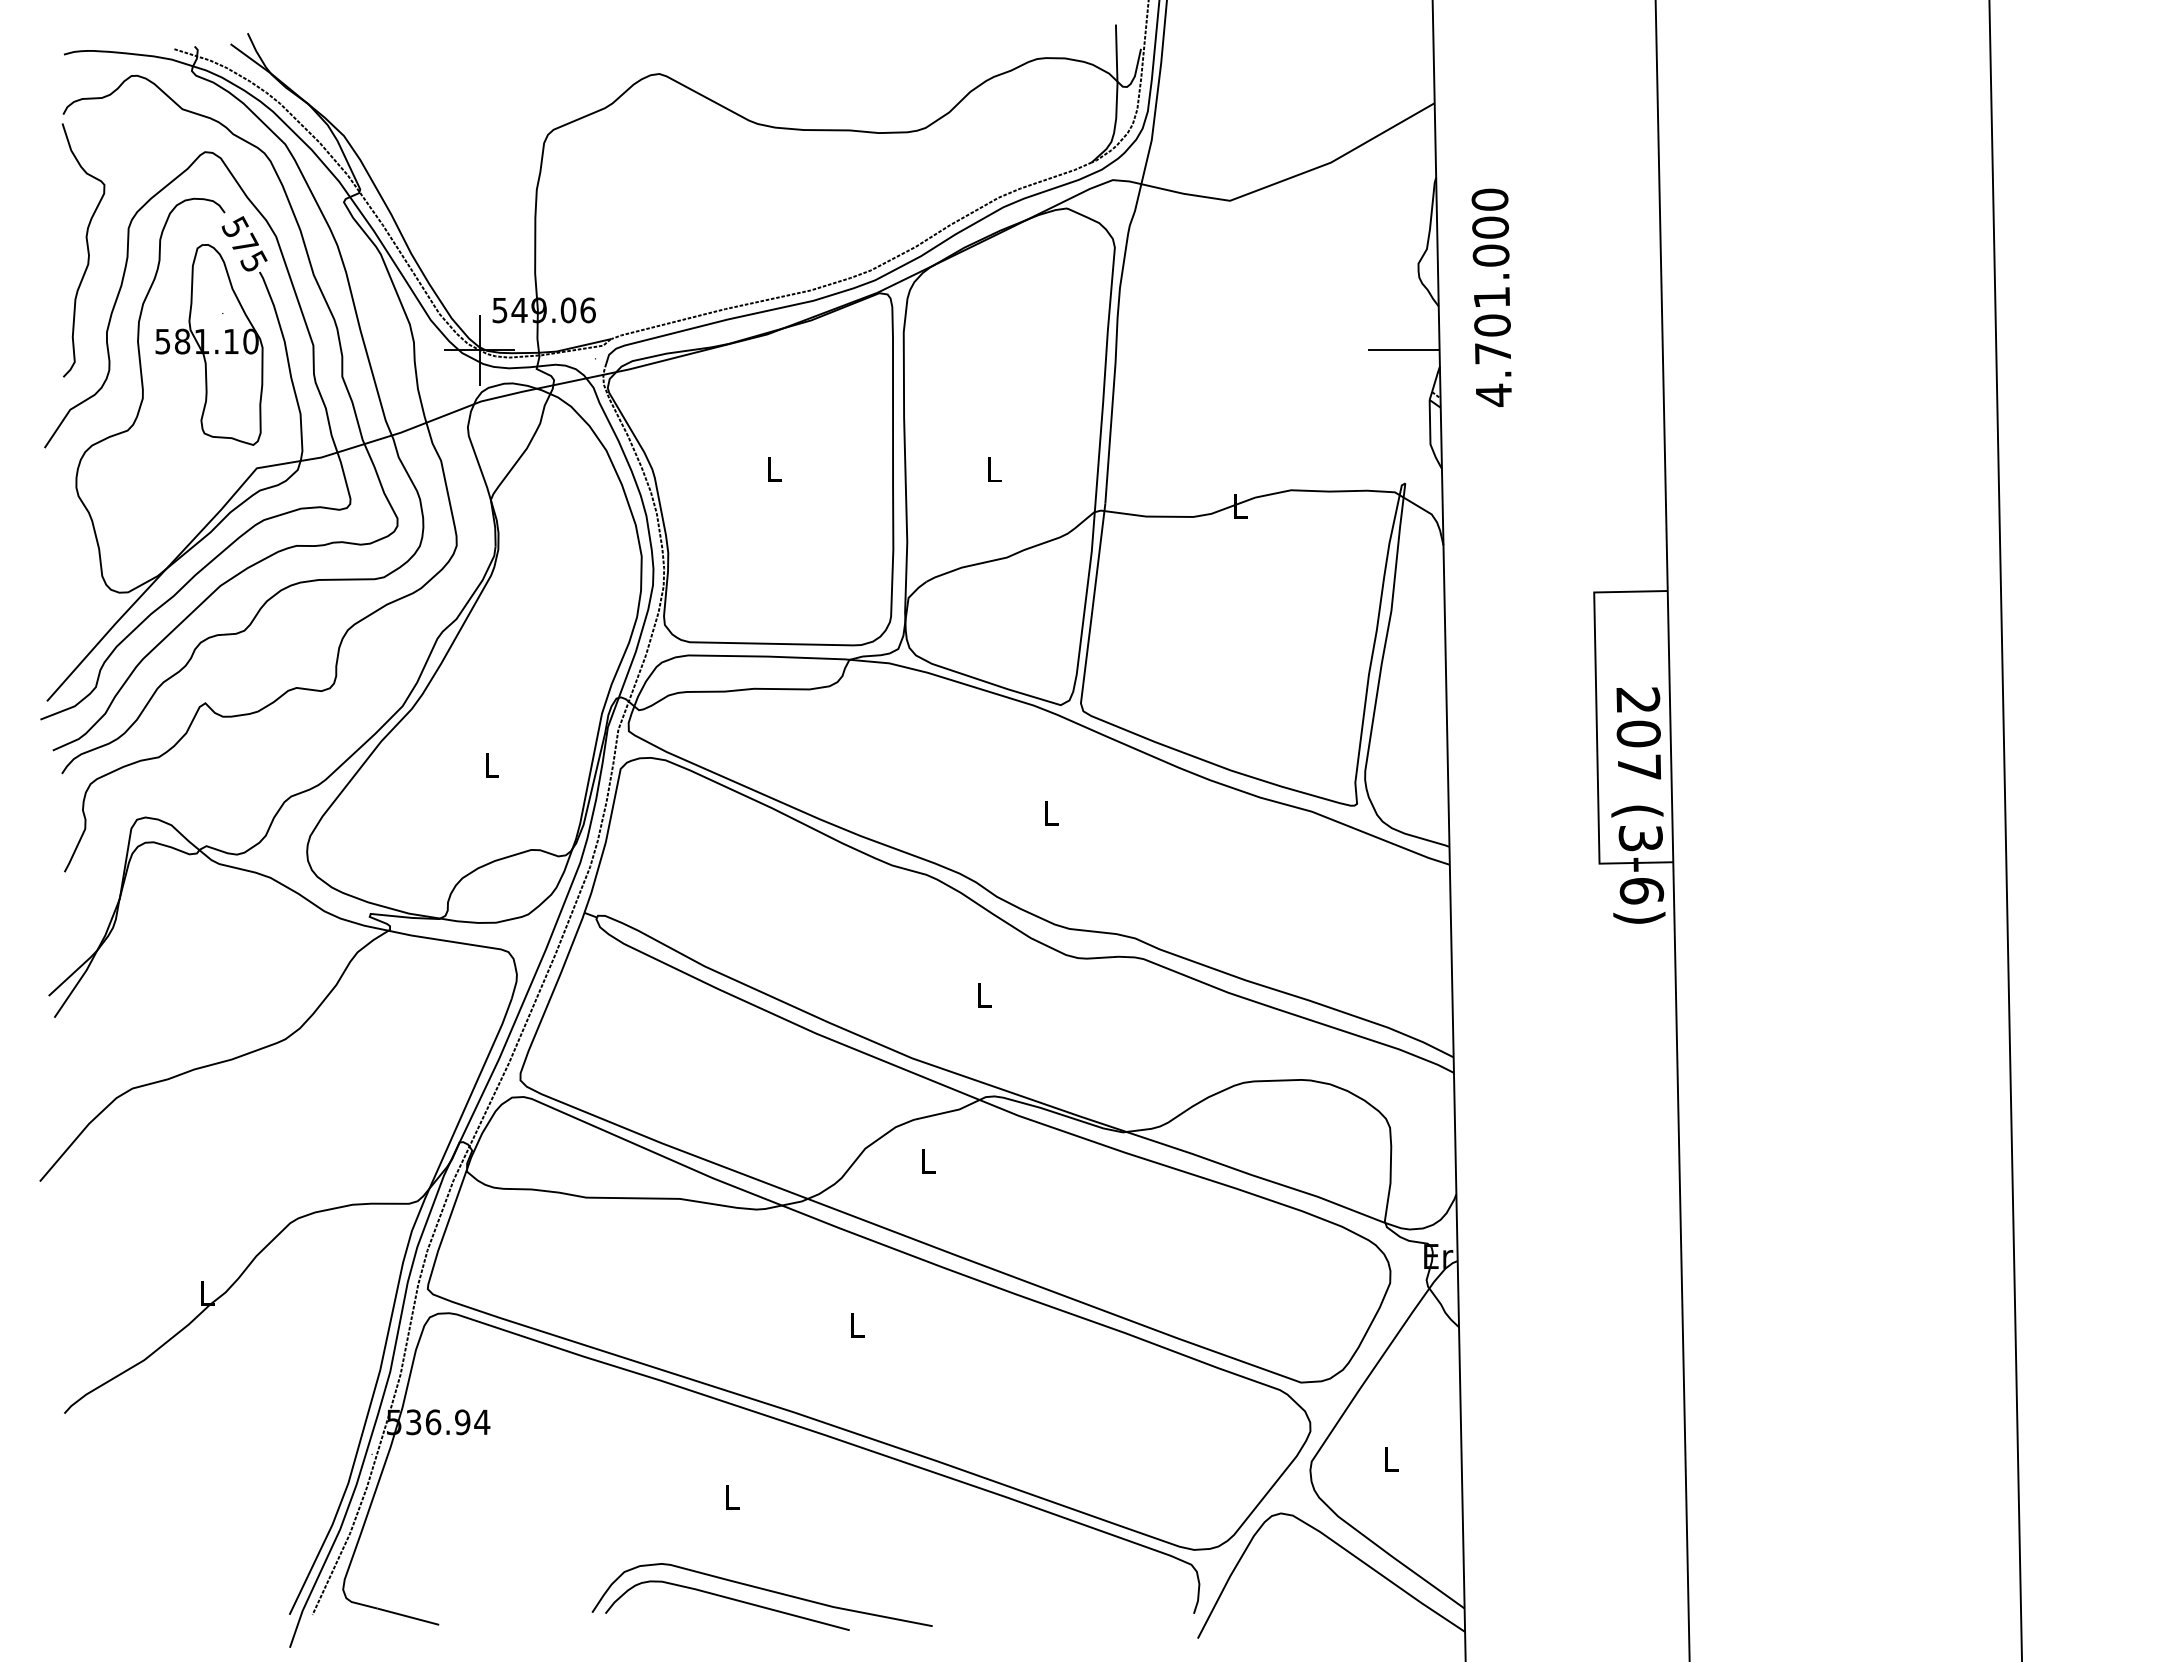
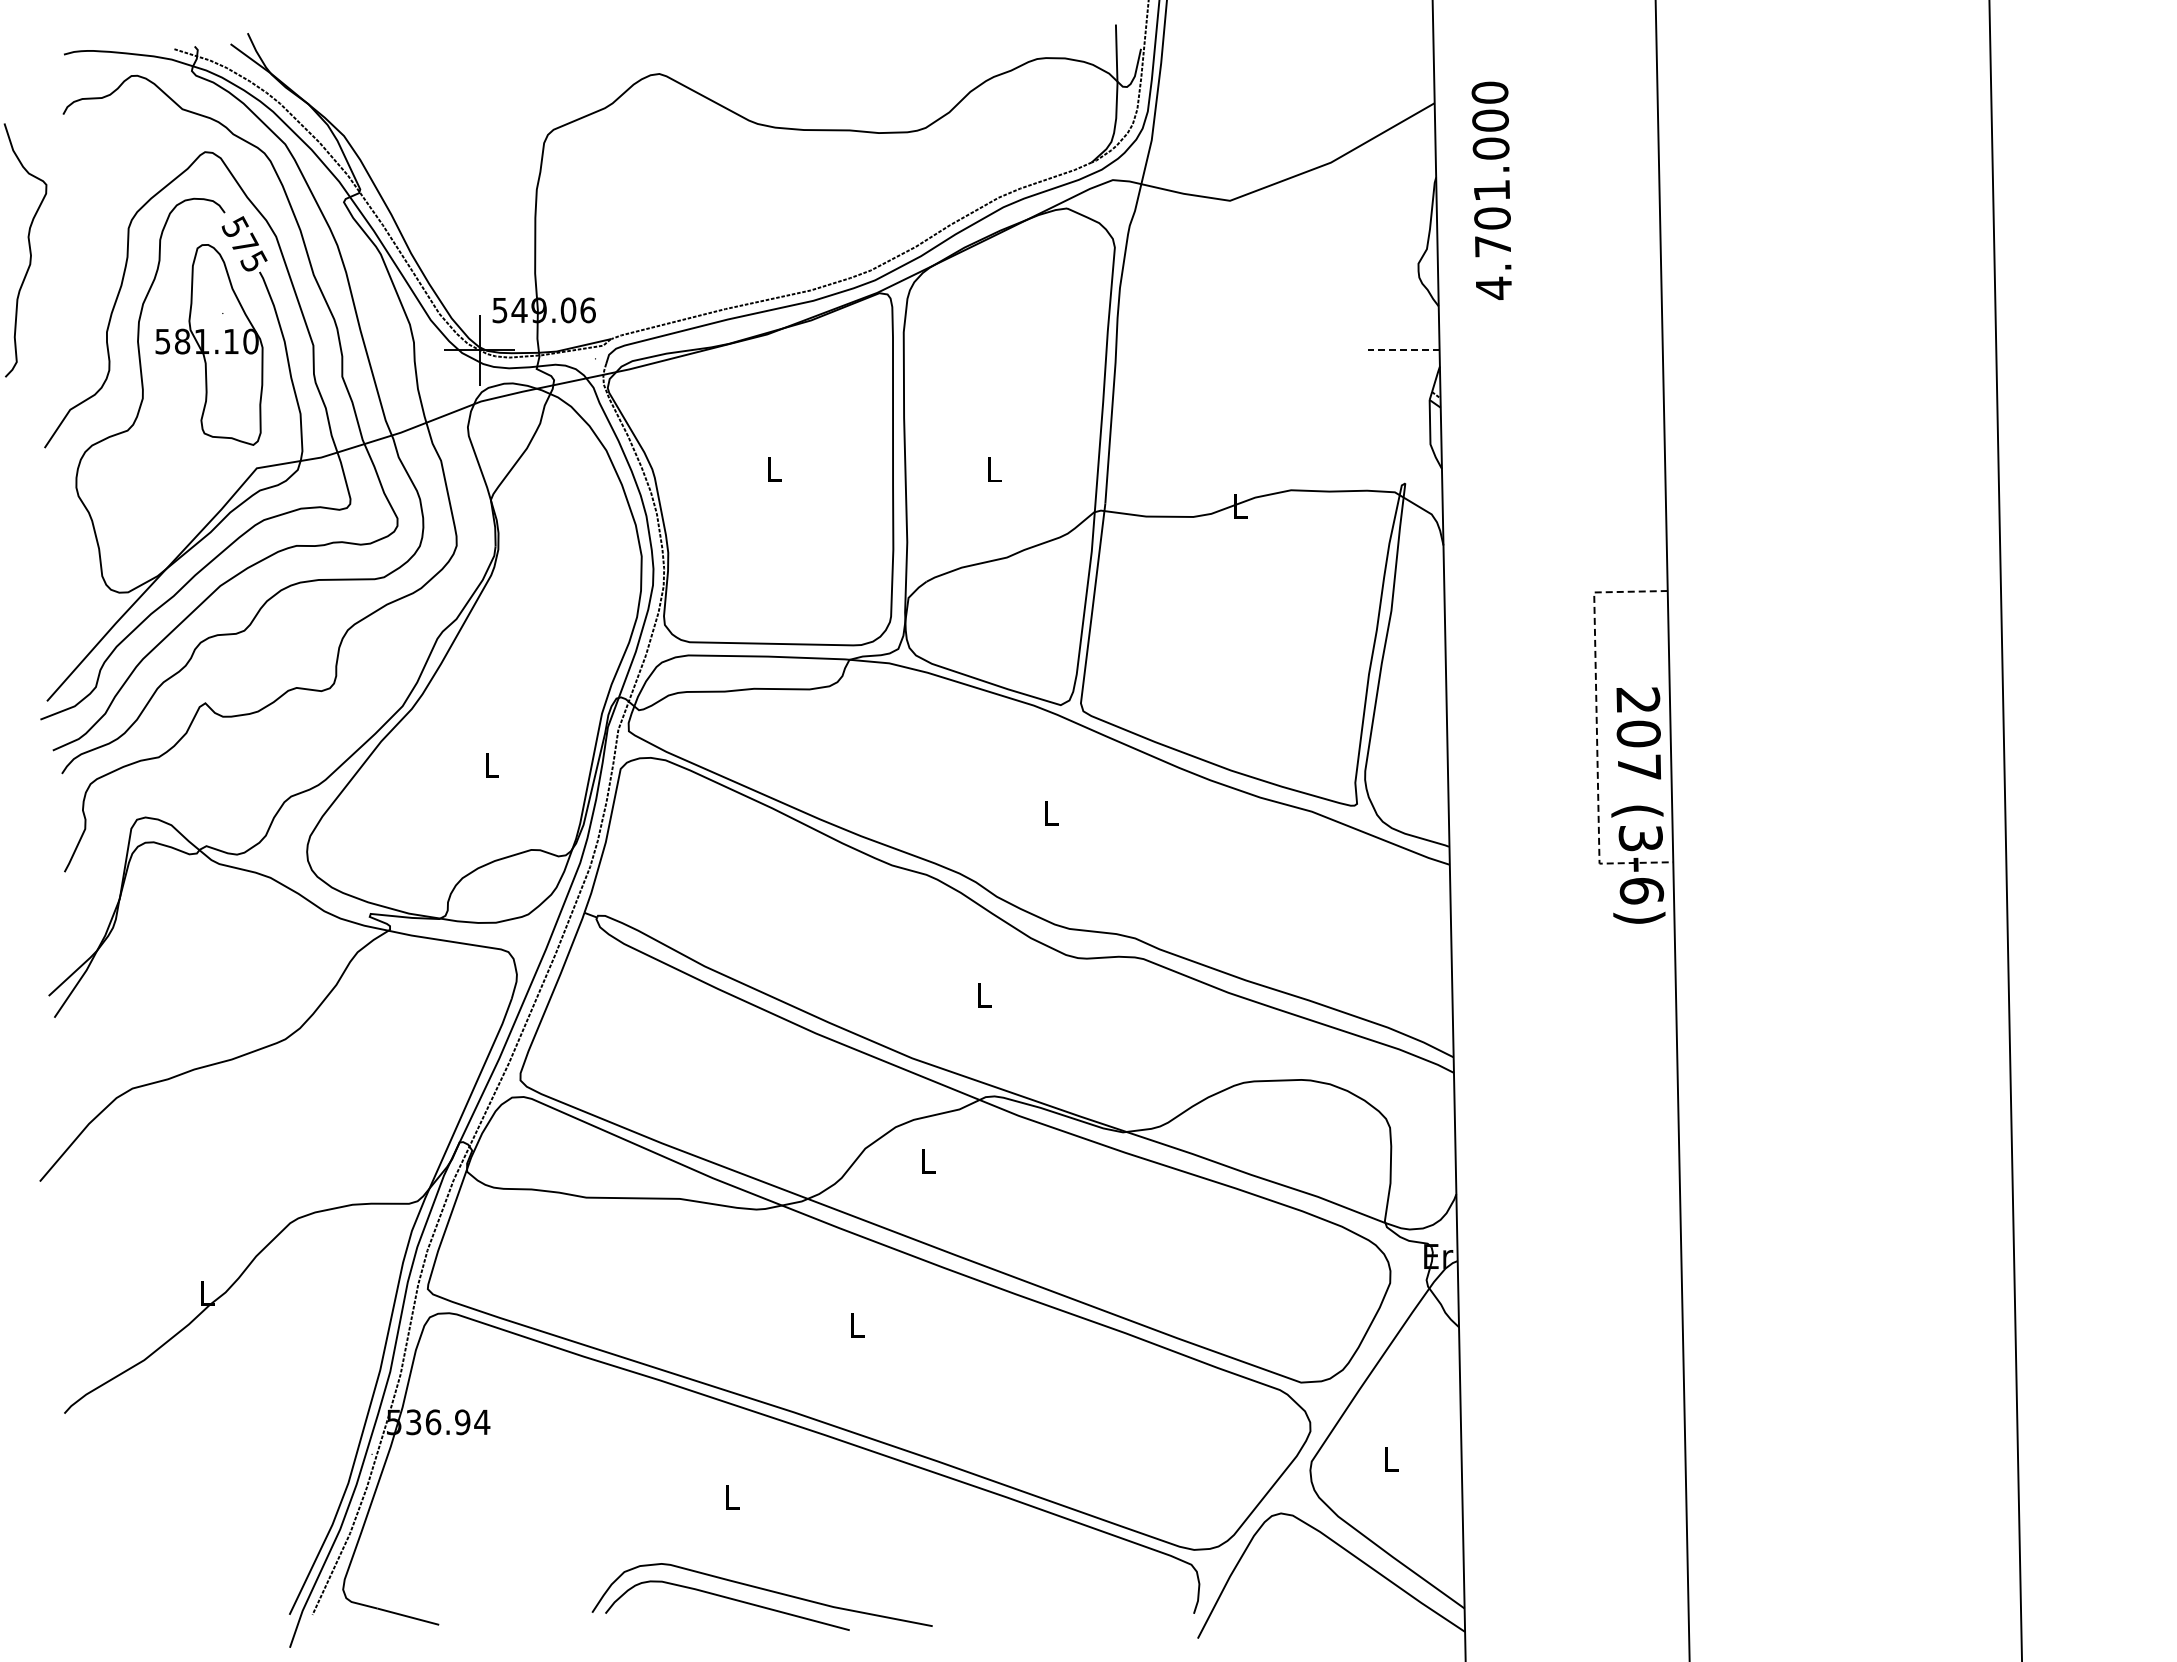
curve at (87, 250) position: (87, 250) -> (29, 250)
text at (1491, 297) position: (1491, 297) -> (1491, 190)
line at (1404, 350): solid -> dashed
line at (1596, 728): solid -> dashed
